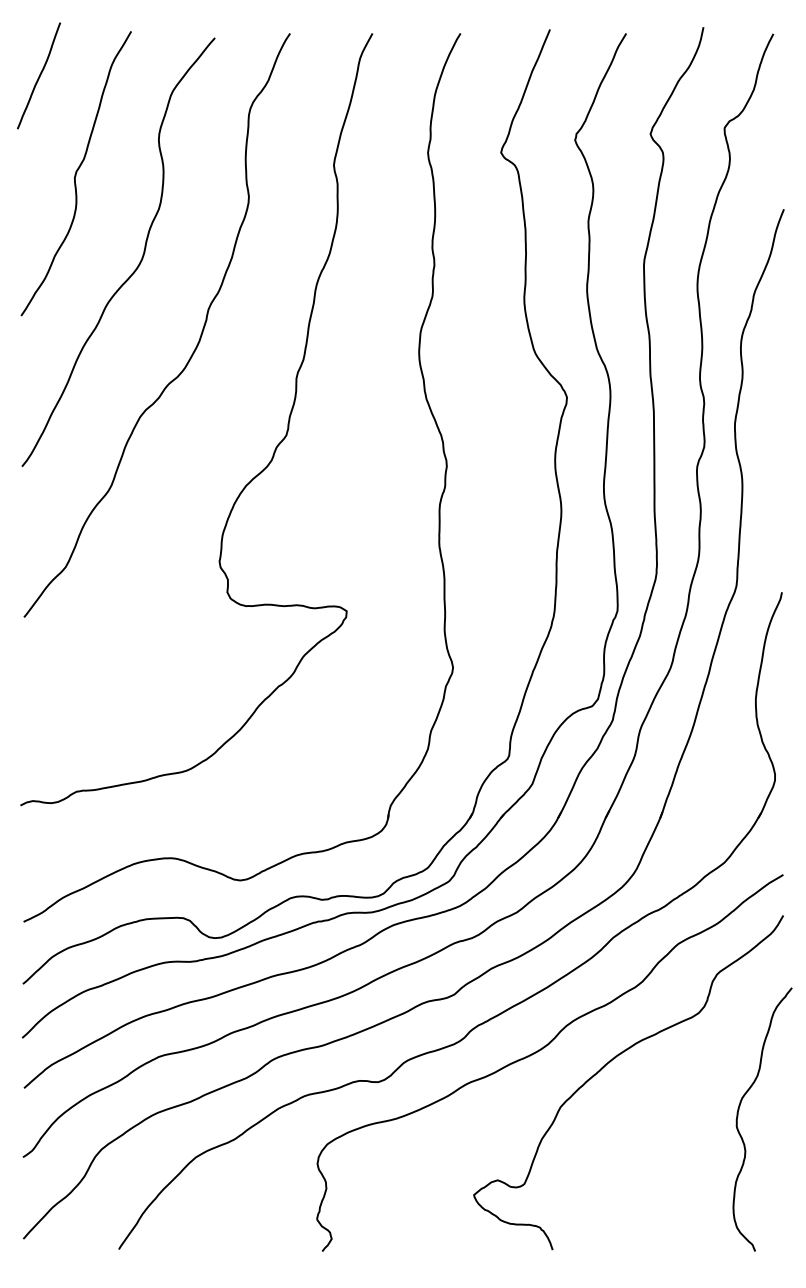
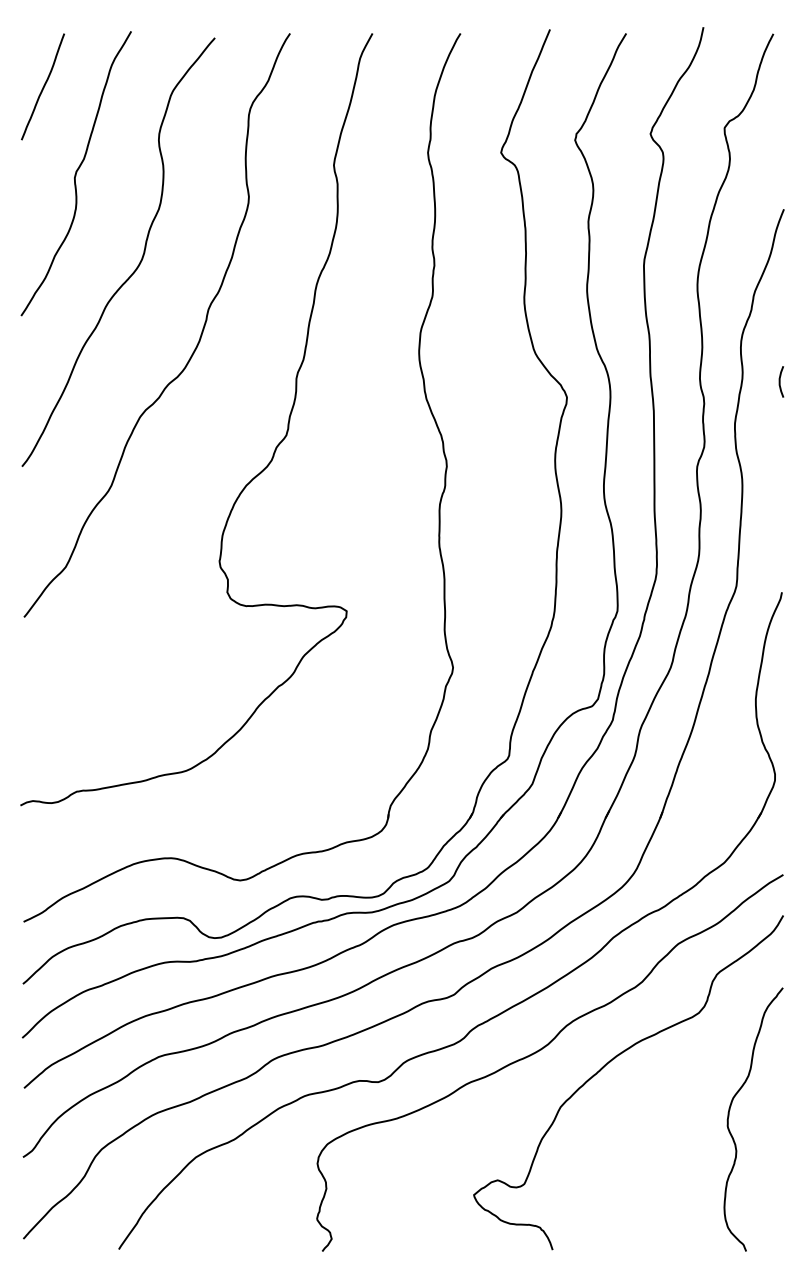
curve at (39, 75) position: (39, 75) -> (43, 86)
curve at (780, 381): none -> present
curve at (738, 1116) position: (738, 1116) -> (729, 1116)
